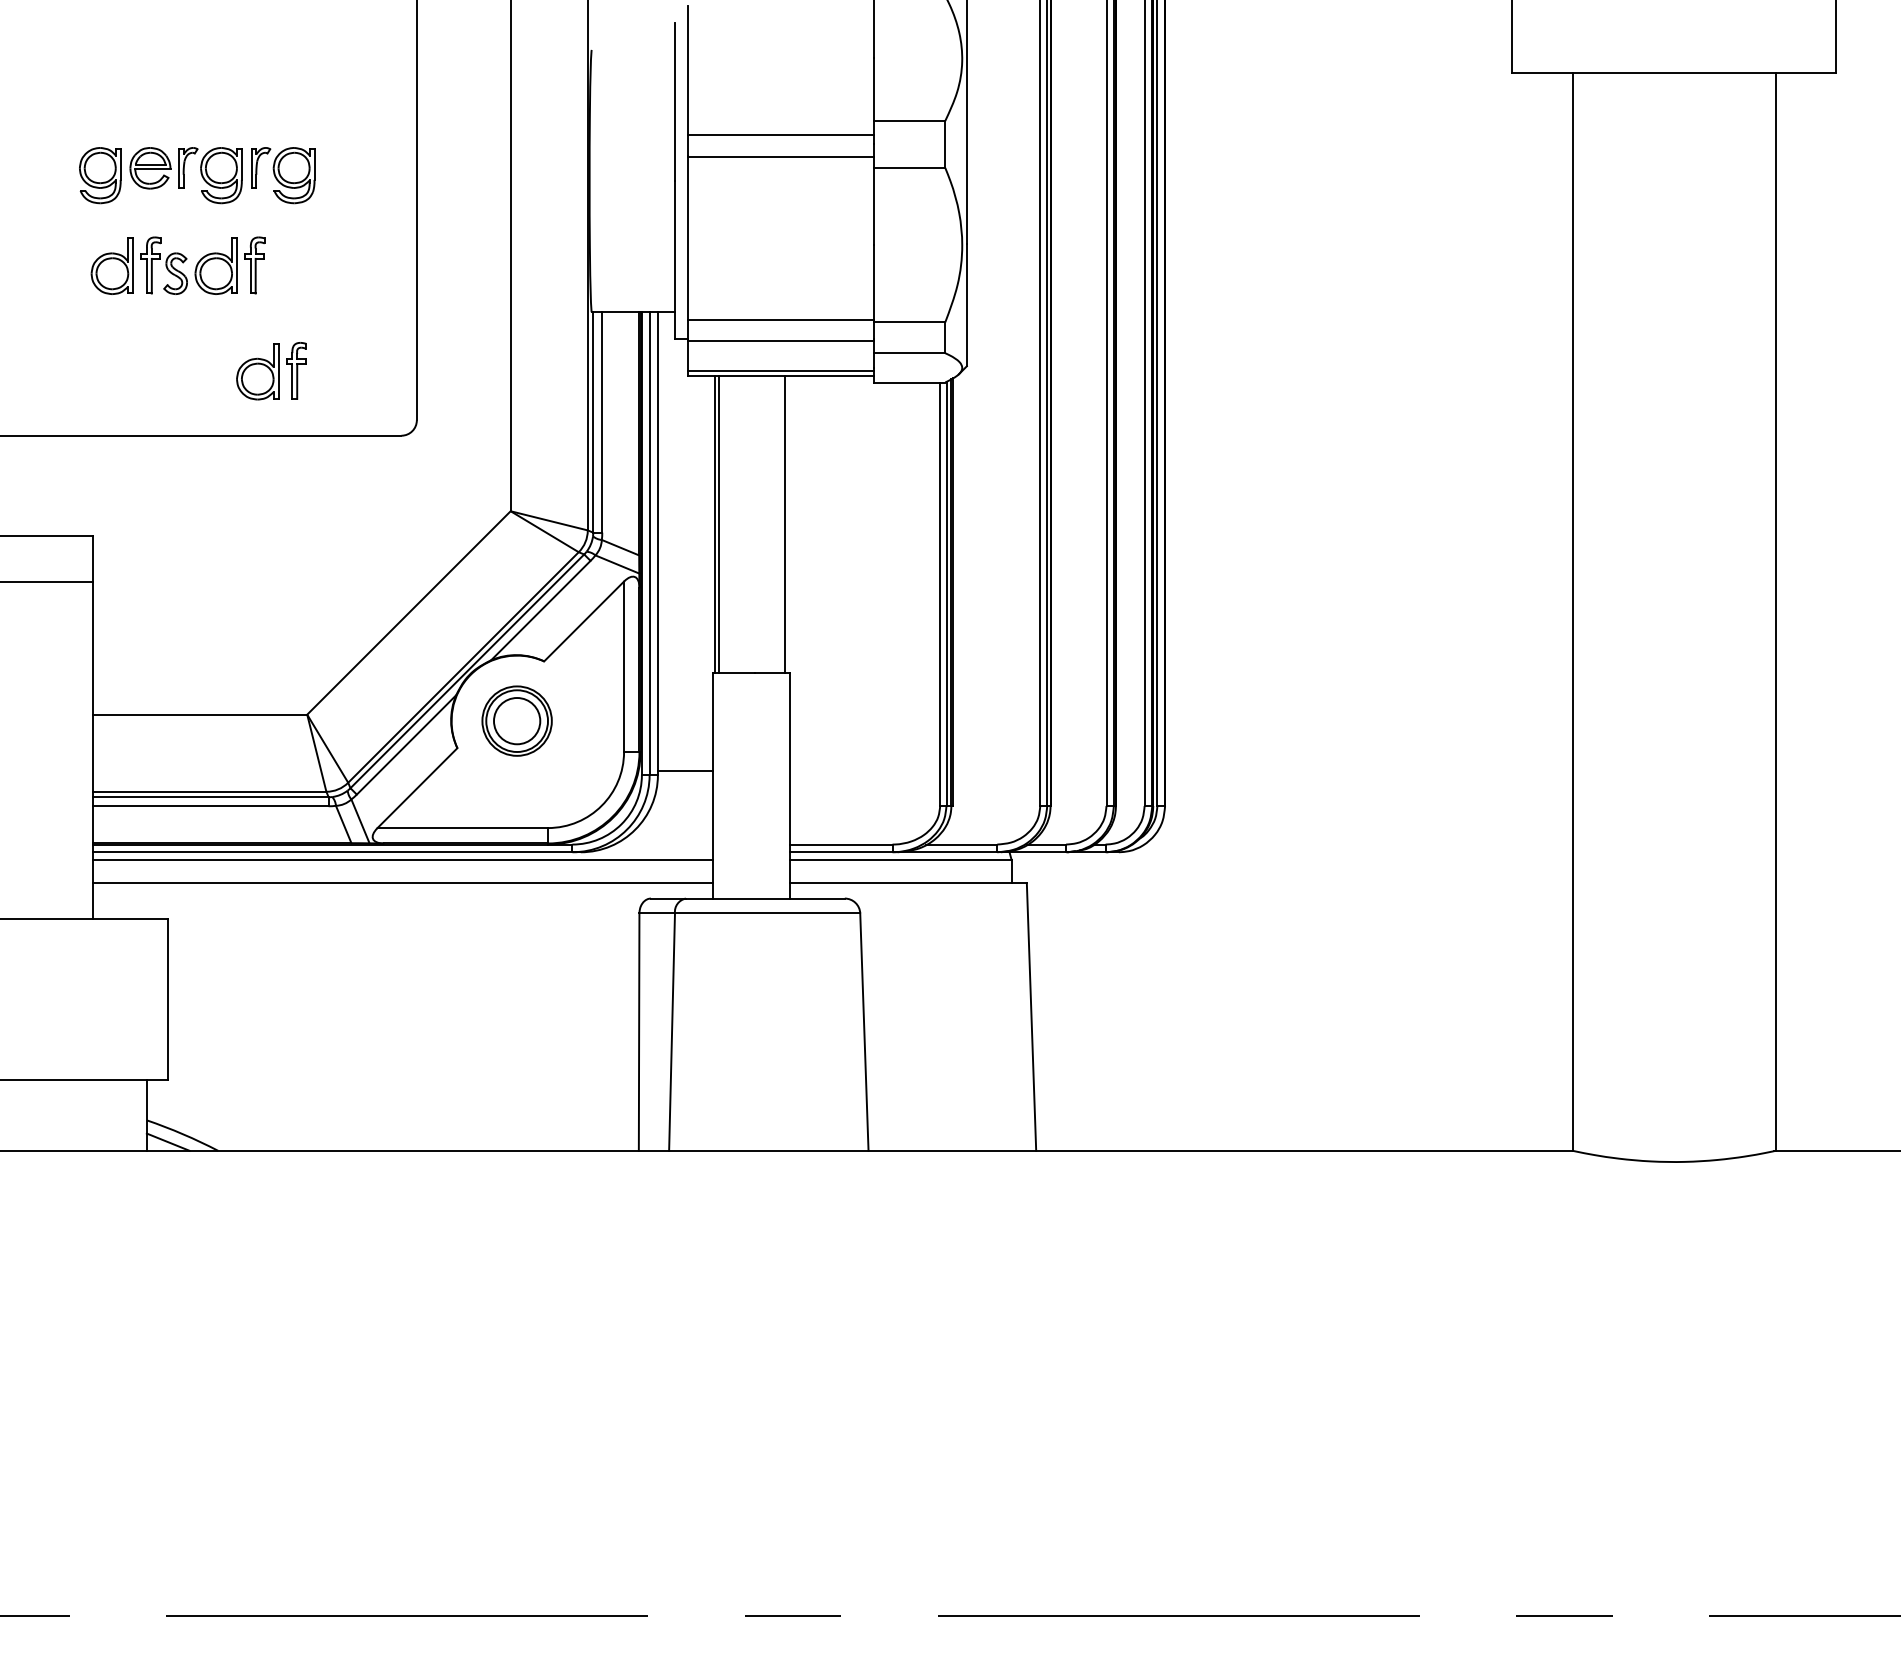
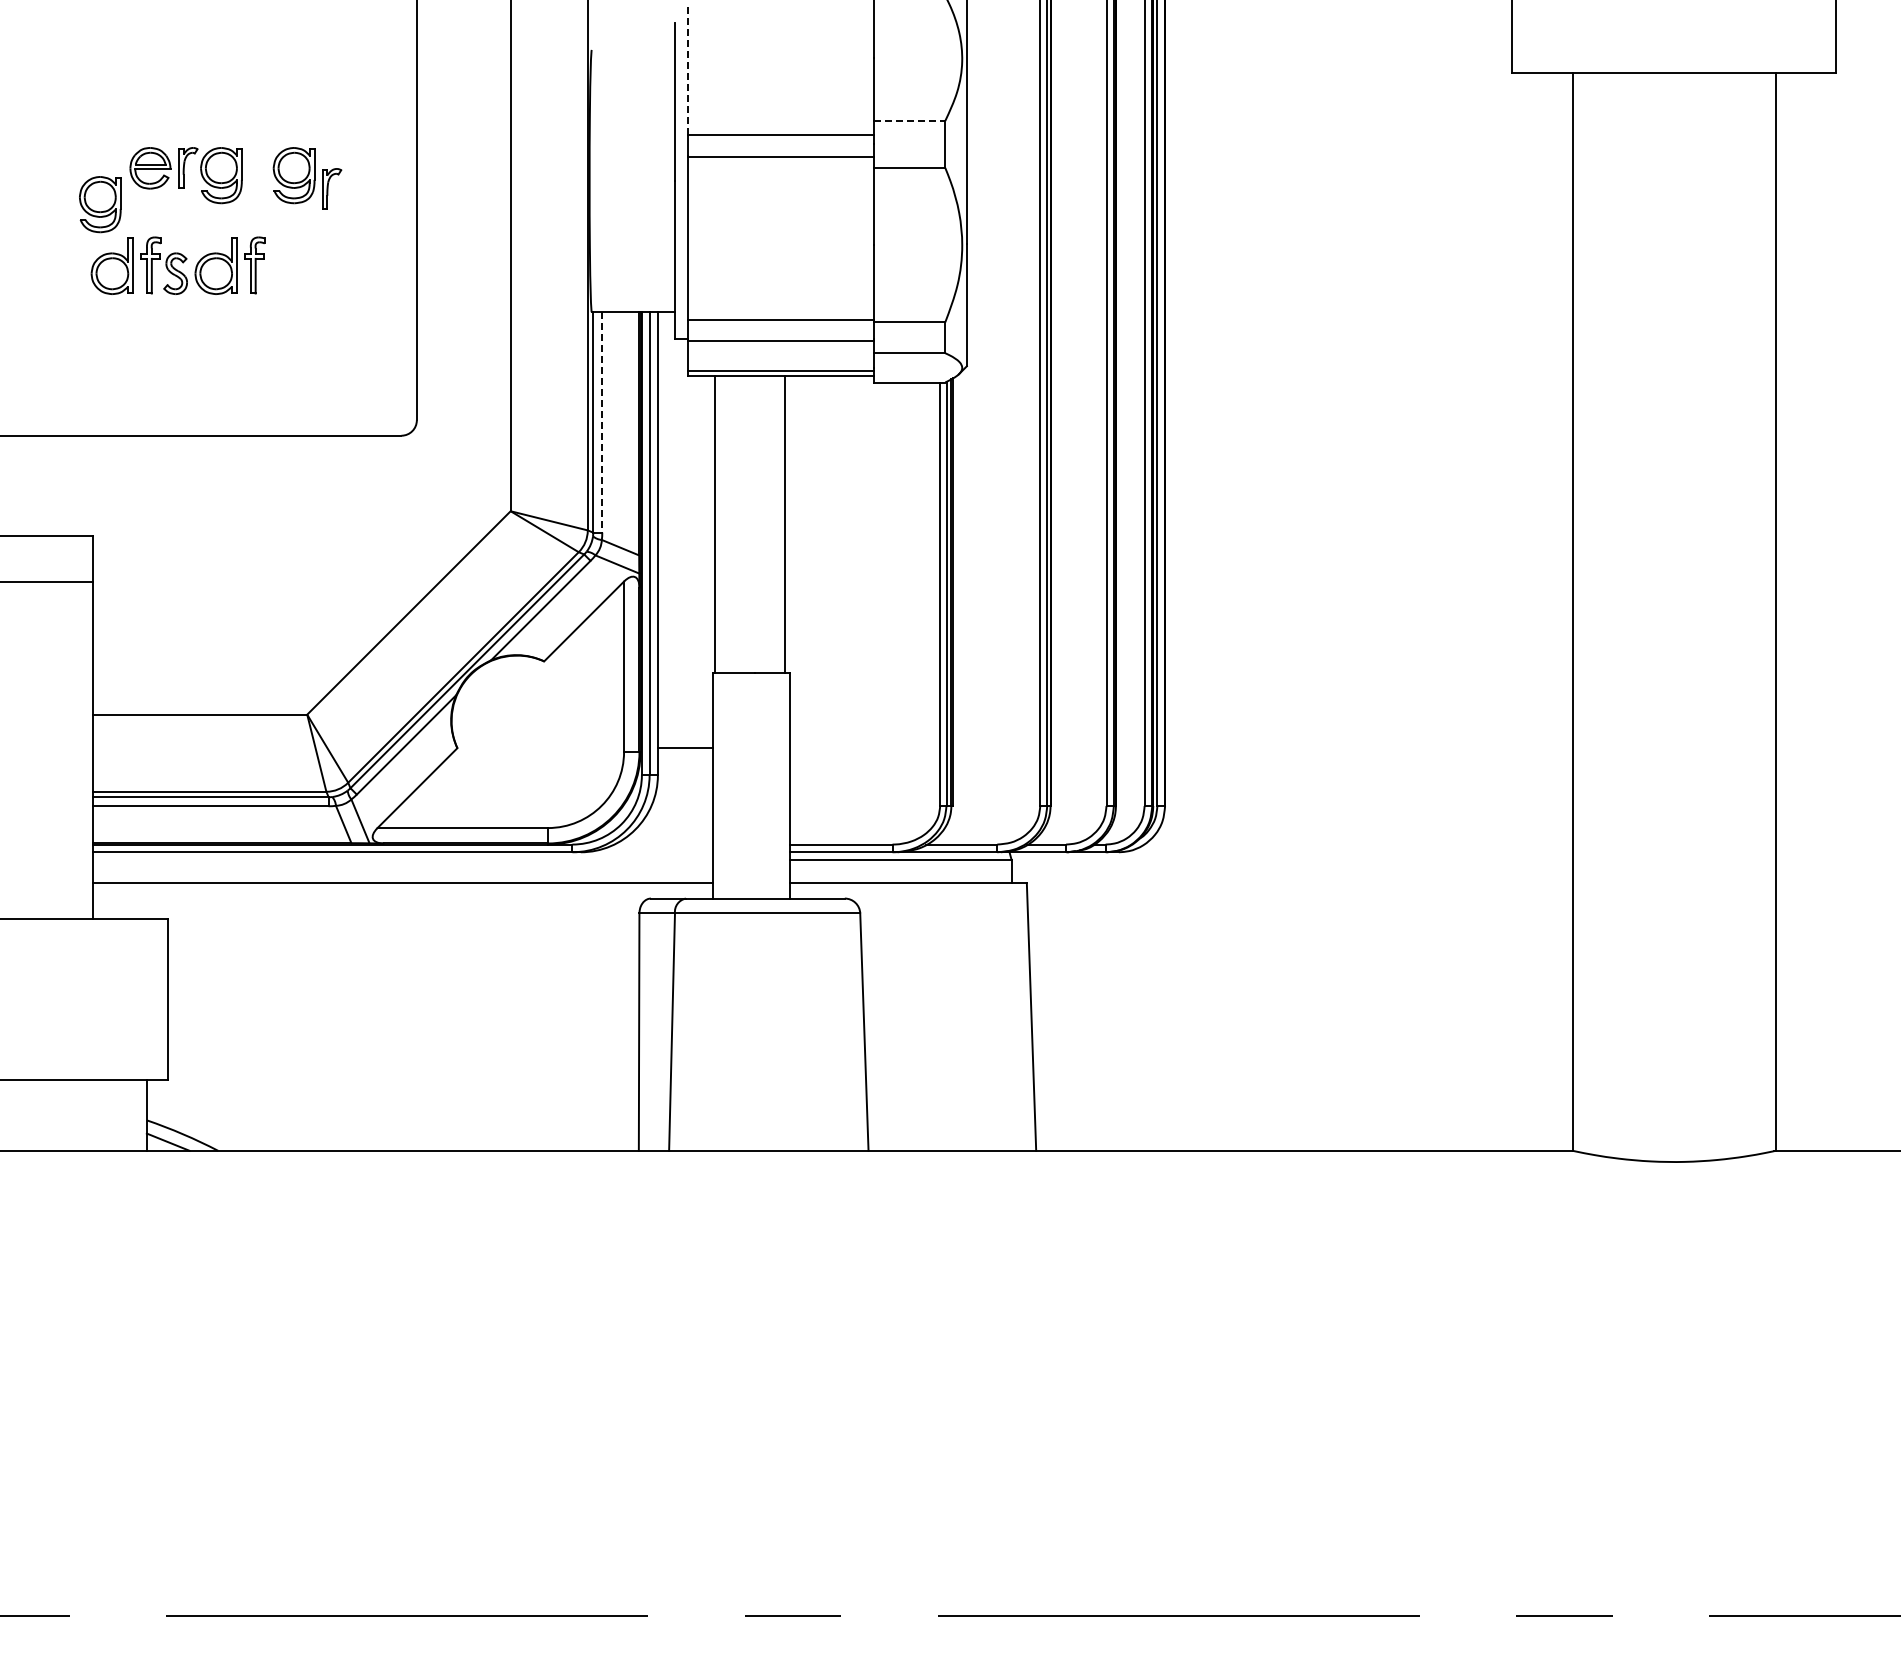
line at (688, 70): solid -> dashed
line at (910, 121): solid -> dashed
part at (261, 167) position: (261, 167) -> (332, 188)
part at (100, 175) position: (100, 175) -> (100, 204)
part at (271, 371): present -> none
line at (602, 422): solid -> dashed
line at (718, 524): present -> none
part at (516, 720): present -> none
line at (685, 770) position: (685, 770) -> (685, 747)
line at (402, 859): present -> none
